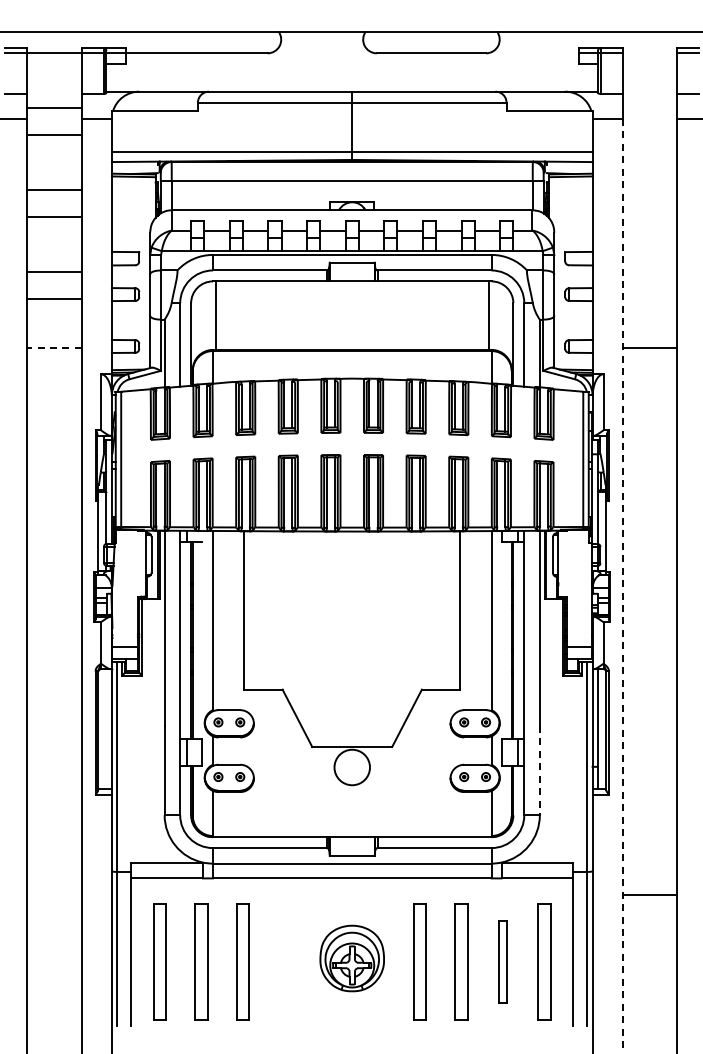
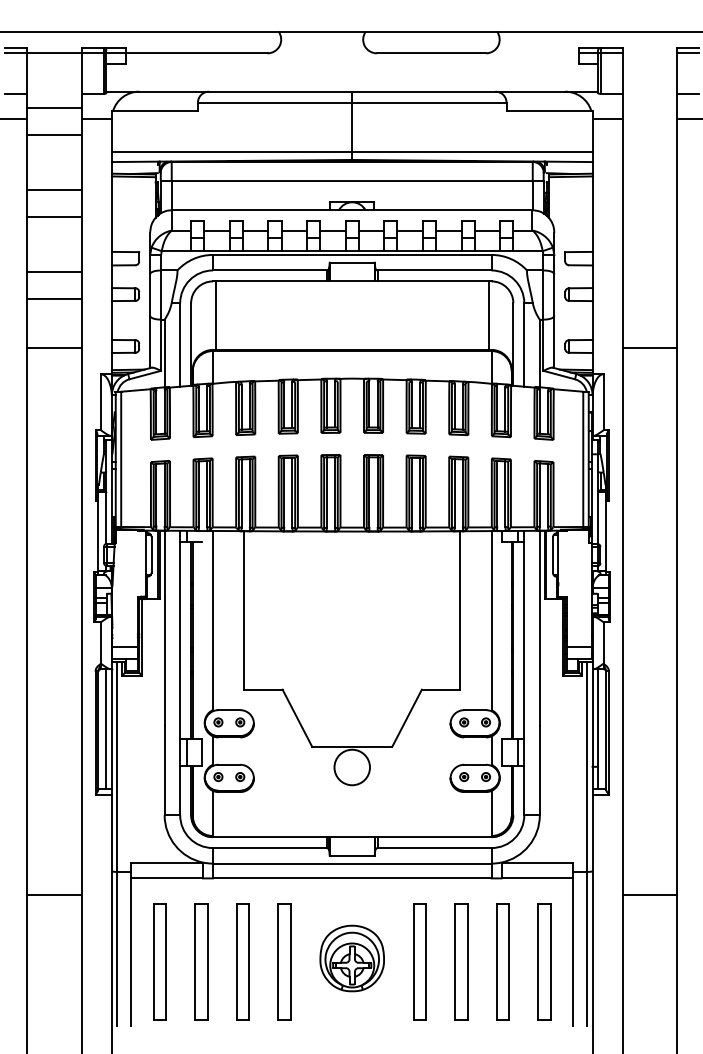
line at (54, 348): dashed -> solid
line at (622, 586): dashed -> solid
line at (106, 729): none -> present
line at (539, 770): dashed -> solid
line at (54, 894): none -> present
part at (284, 961): none -> present
part at (502, 961) size: 10x84 px -> 14x118 px
